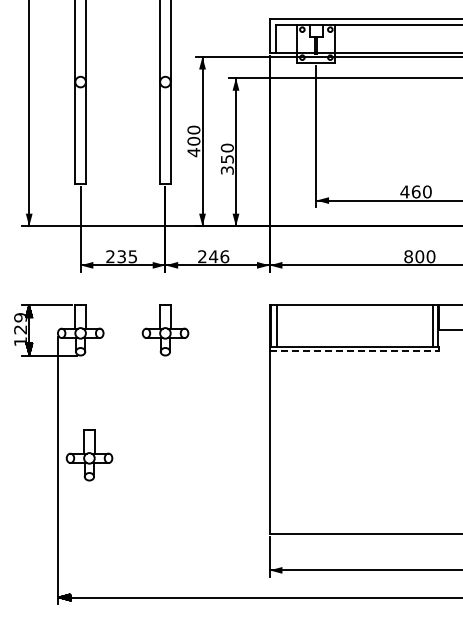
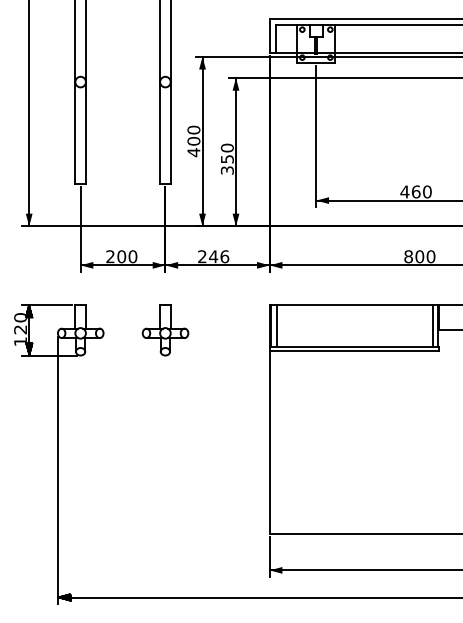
text at (127, 256): 235 -> 200
text at (20, 317): 129 -> 120
line at (354, 351): dashed -> solid
part at (89, 455): present -> none
